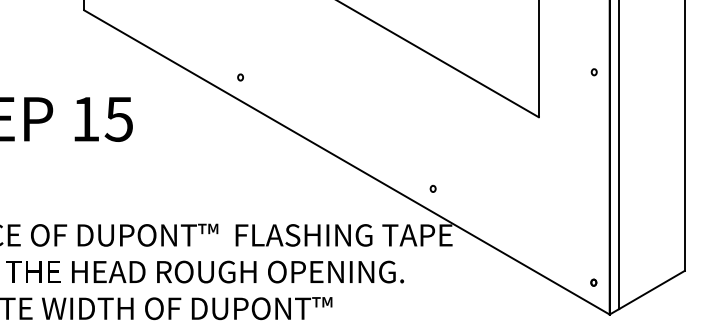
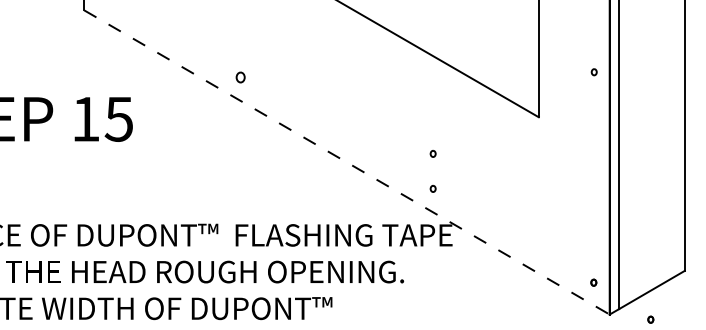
part at (240, 77) size: 7x9 px -> 11x13 px
part at (432, 153): none -> present
line at (346, 162): solid -> dashed
part at (650, 319): none -> present
